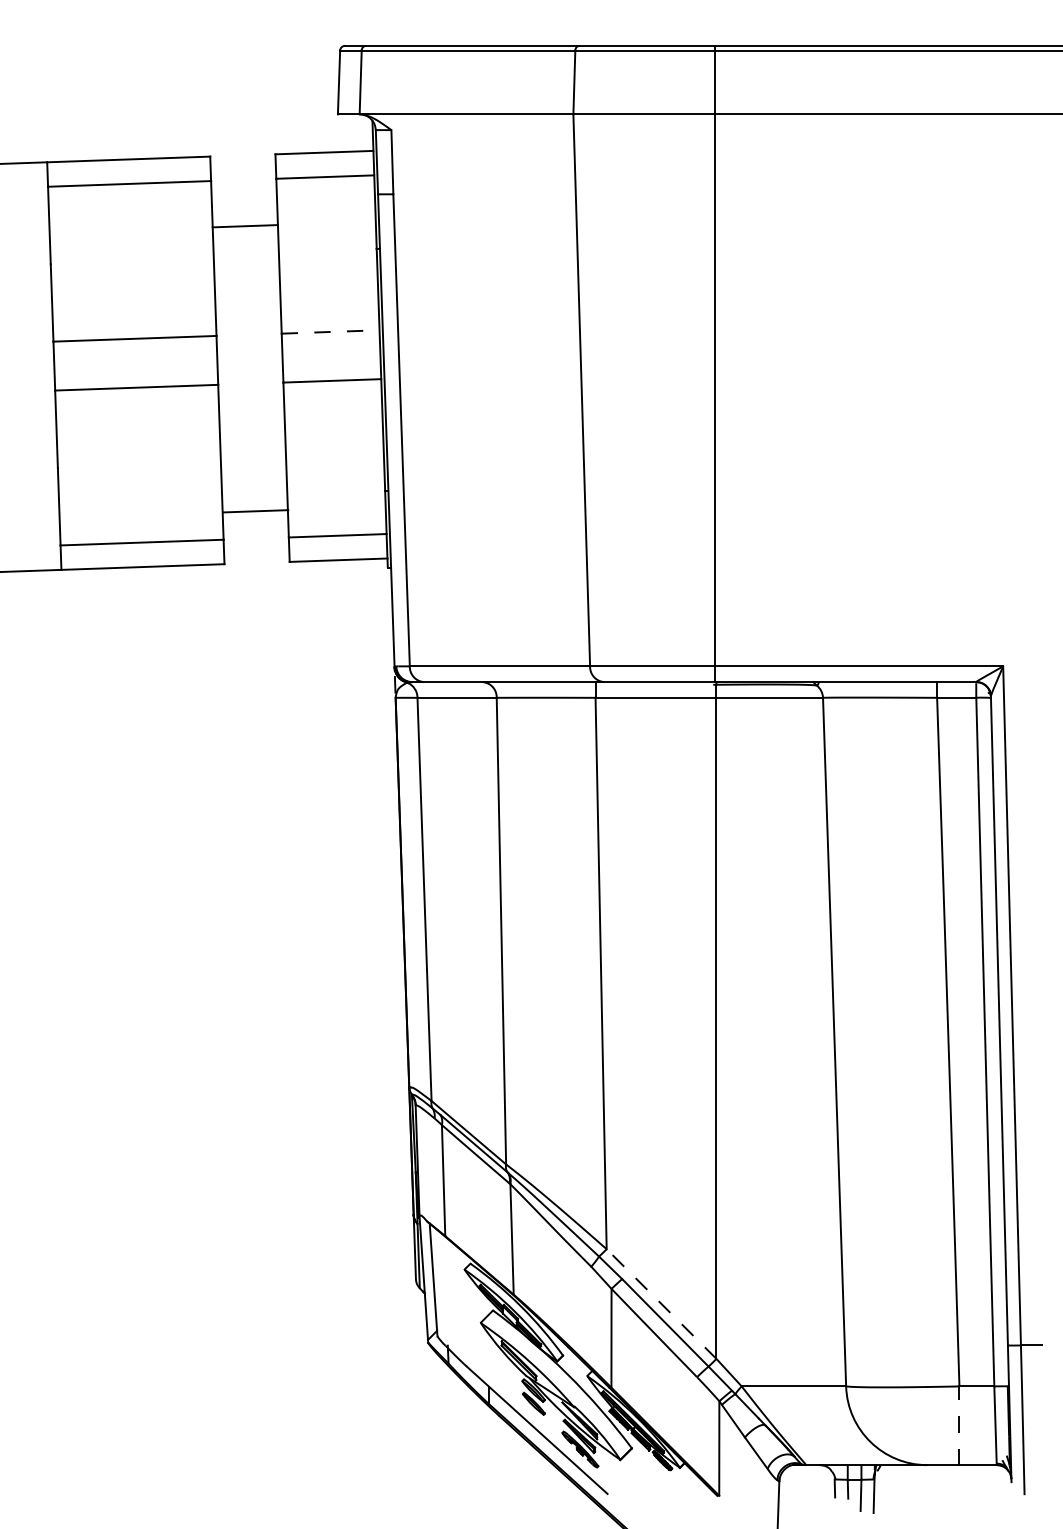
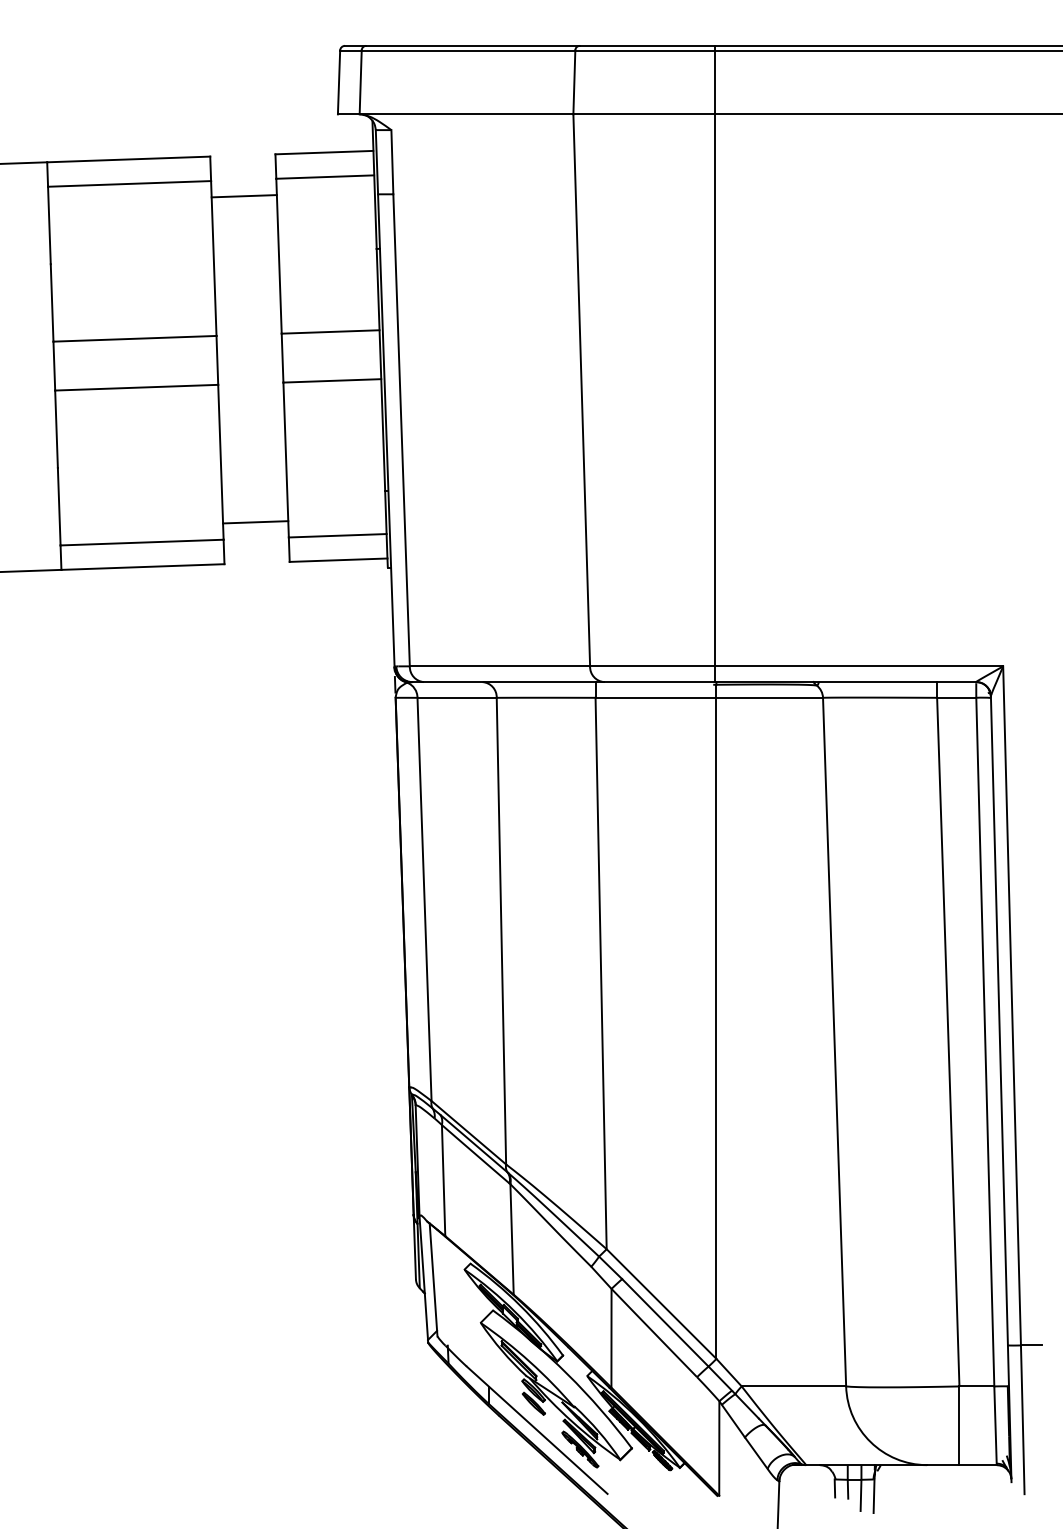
line at (244, 226) position: (244, 226) -> (243, 196)
line at (330, 331): dashed -> solid
line at (255, 511) position: (255, 511) -> (255, 522)
line at (661, 1304): dashed -> solid
line at (959, 1425): dashed -> solid
